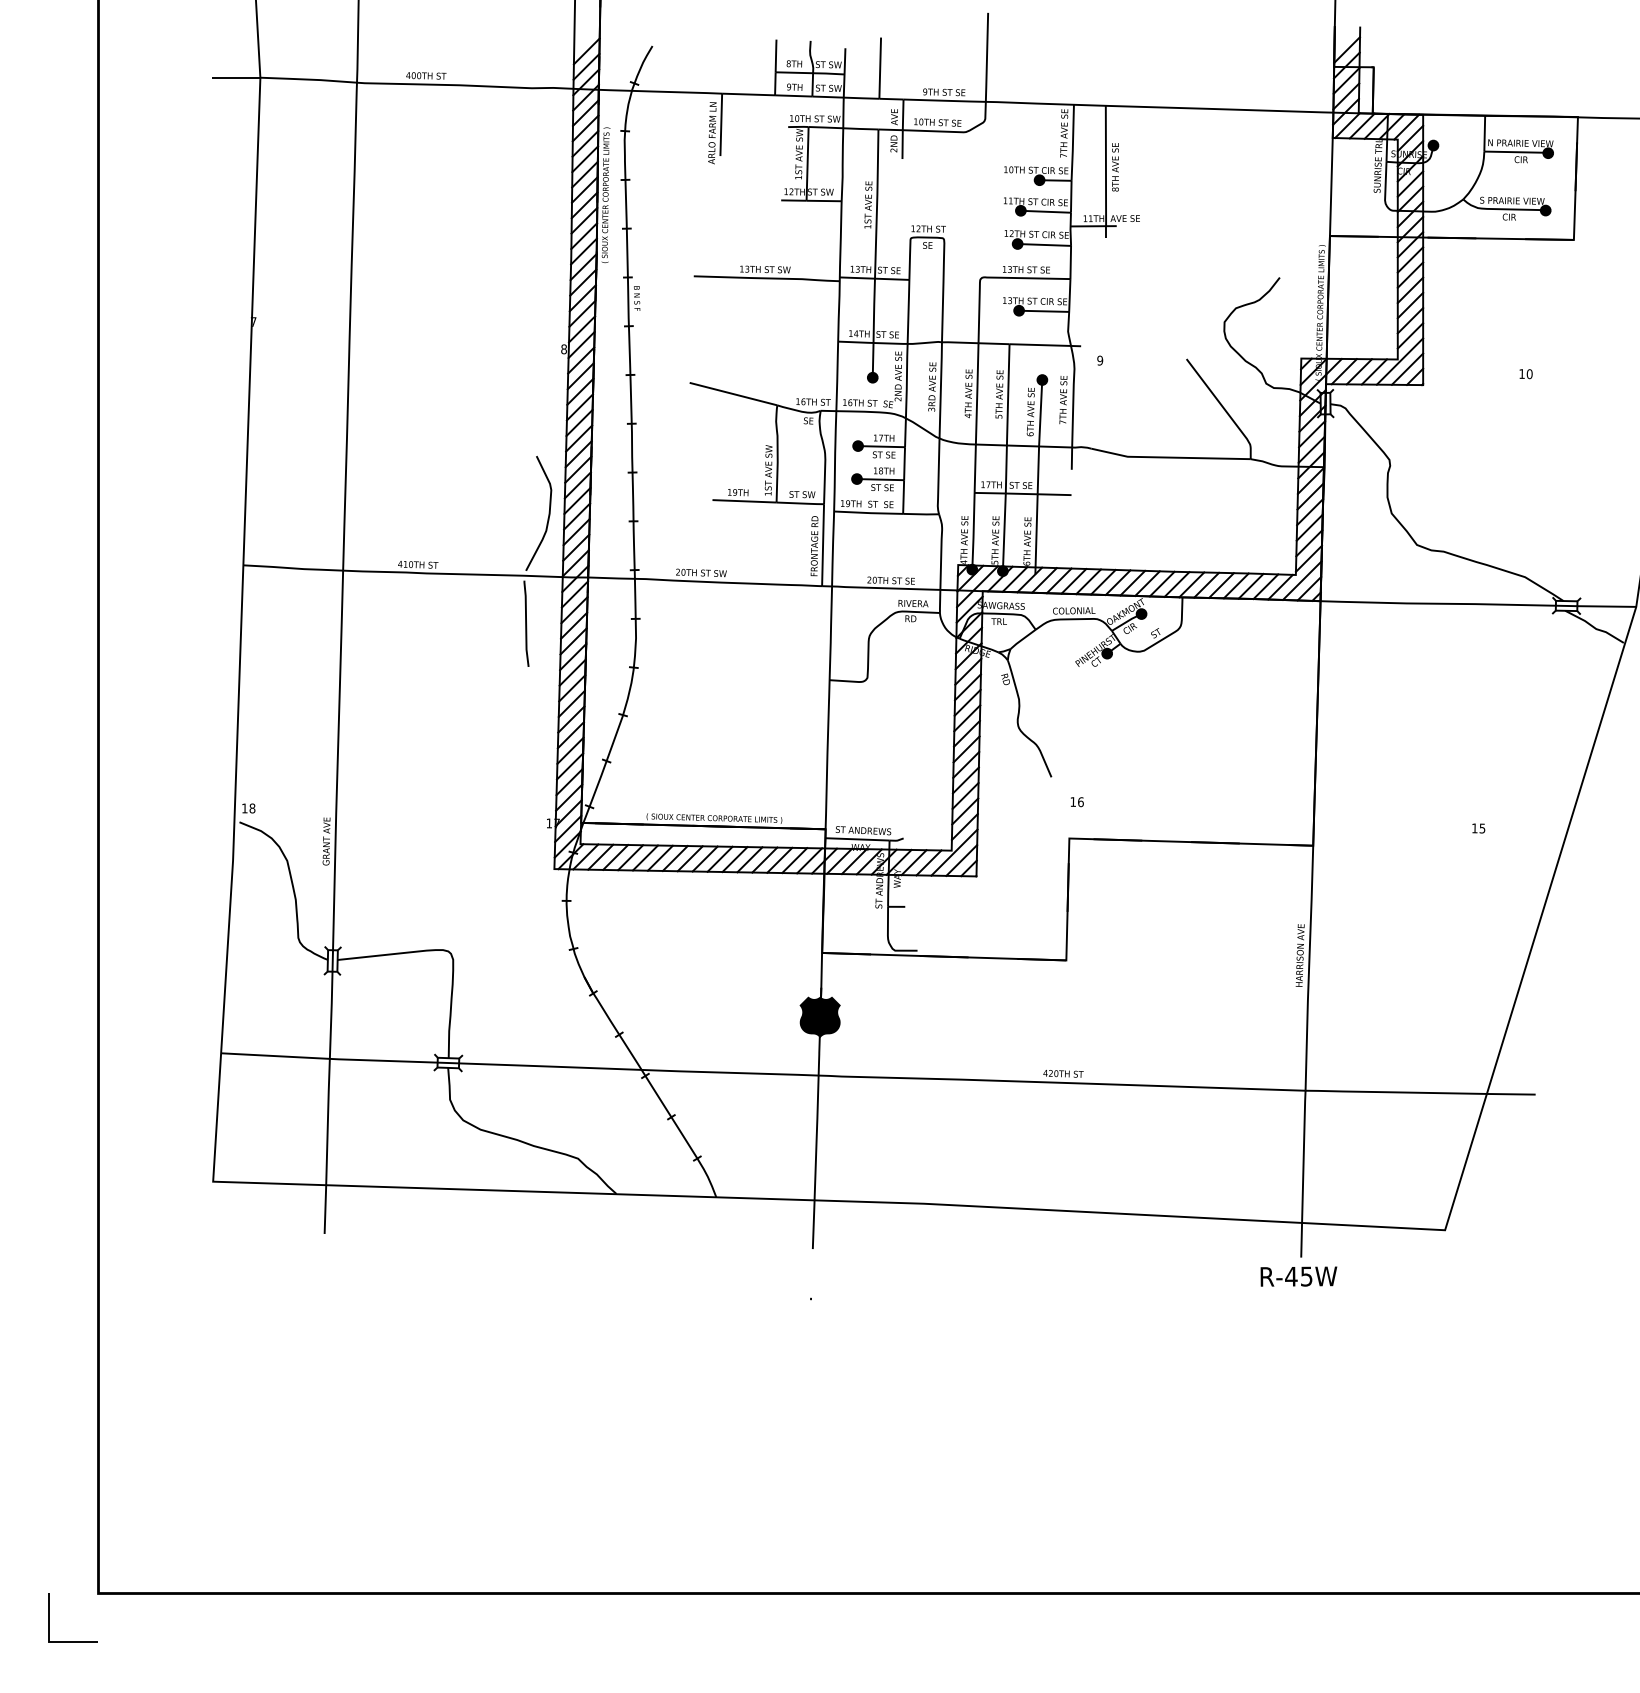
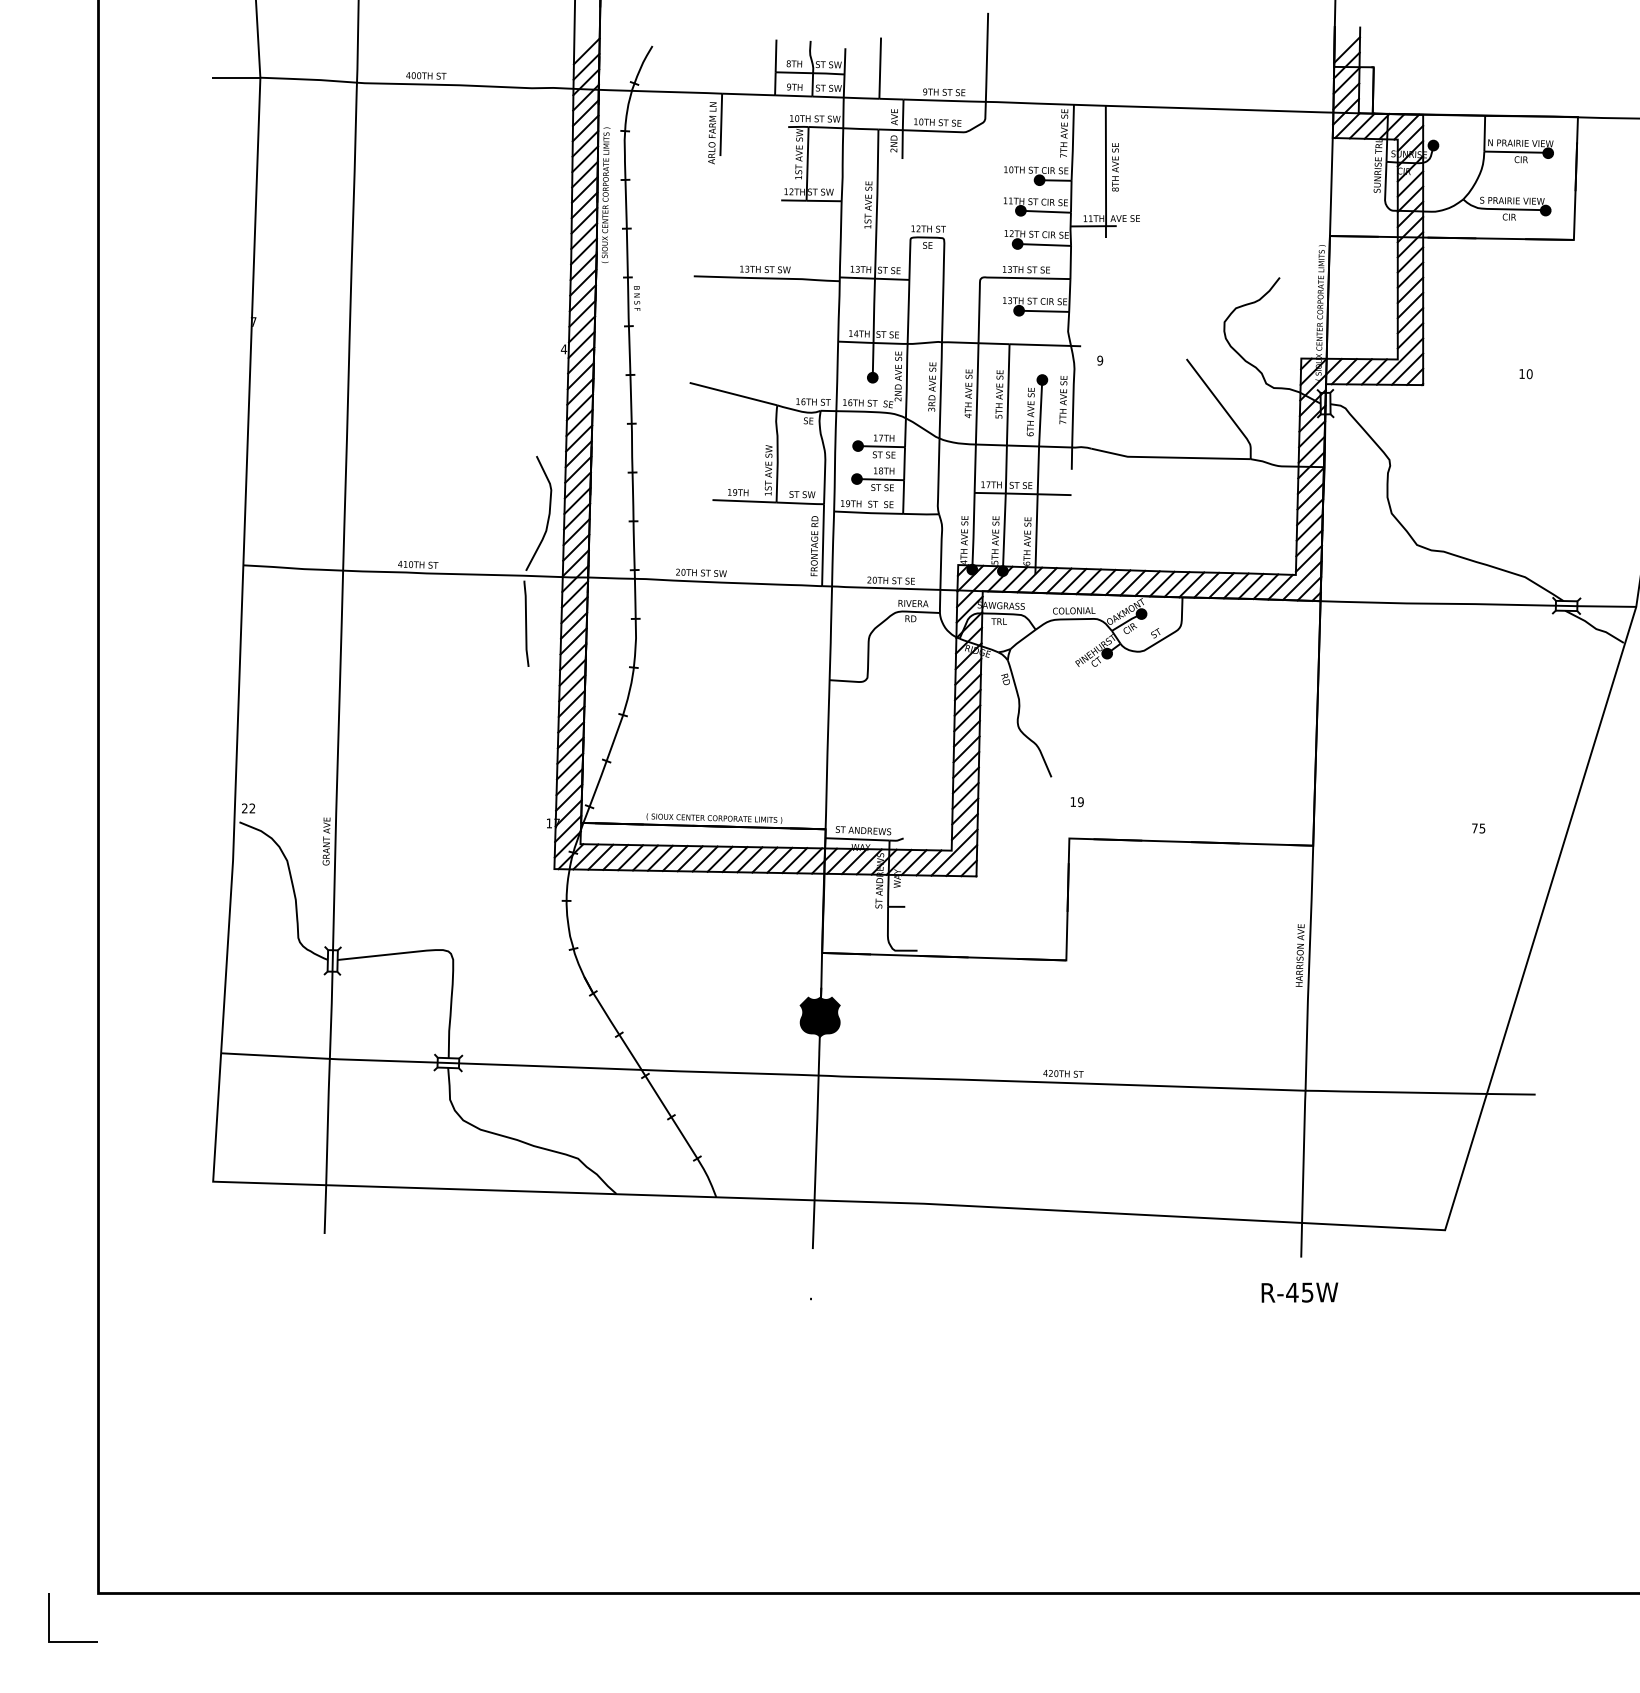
text at (563, 349): 8 -> 4
text at (1080, 802): 16 -> 19
text at (248, 808): 18 -> 22
text at (1474, 828): 15 -> 75
text at (1298, 1276) position: (1298, 1276) -> (1299, 1292)
